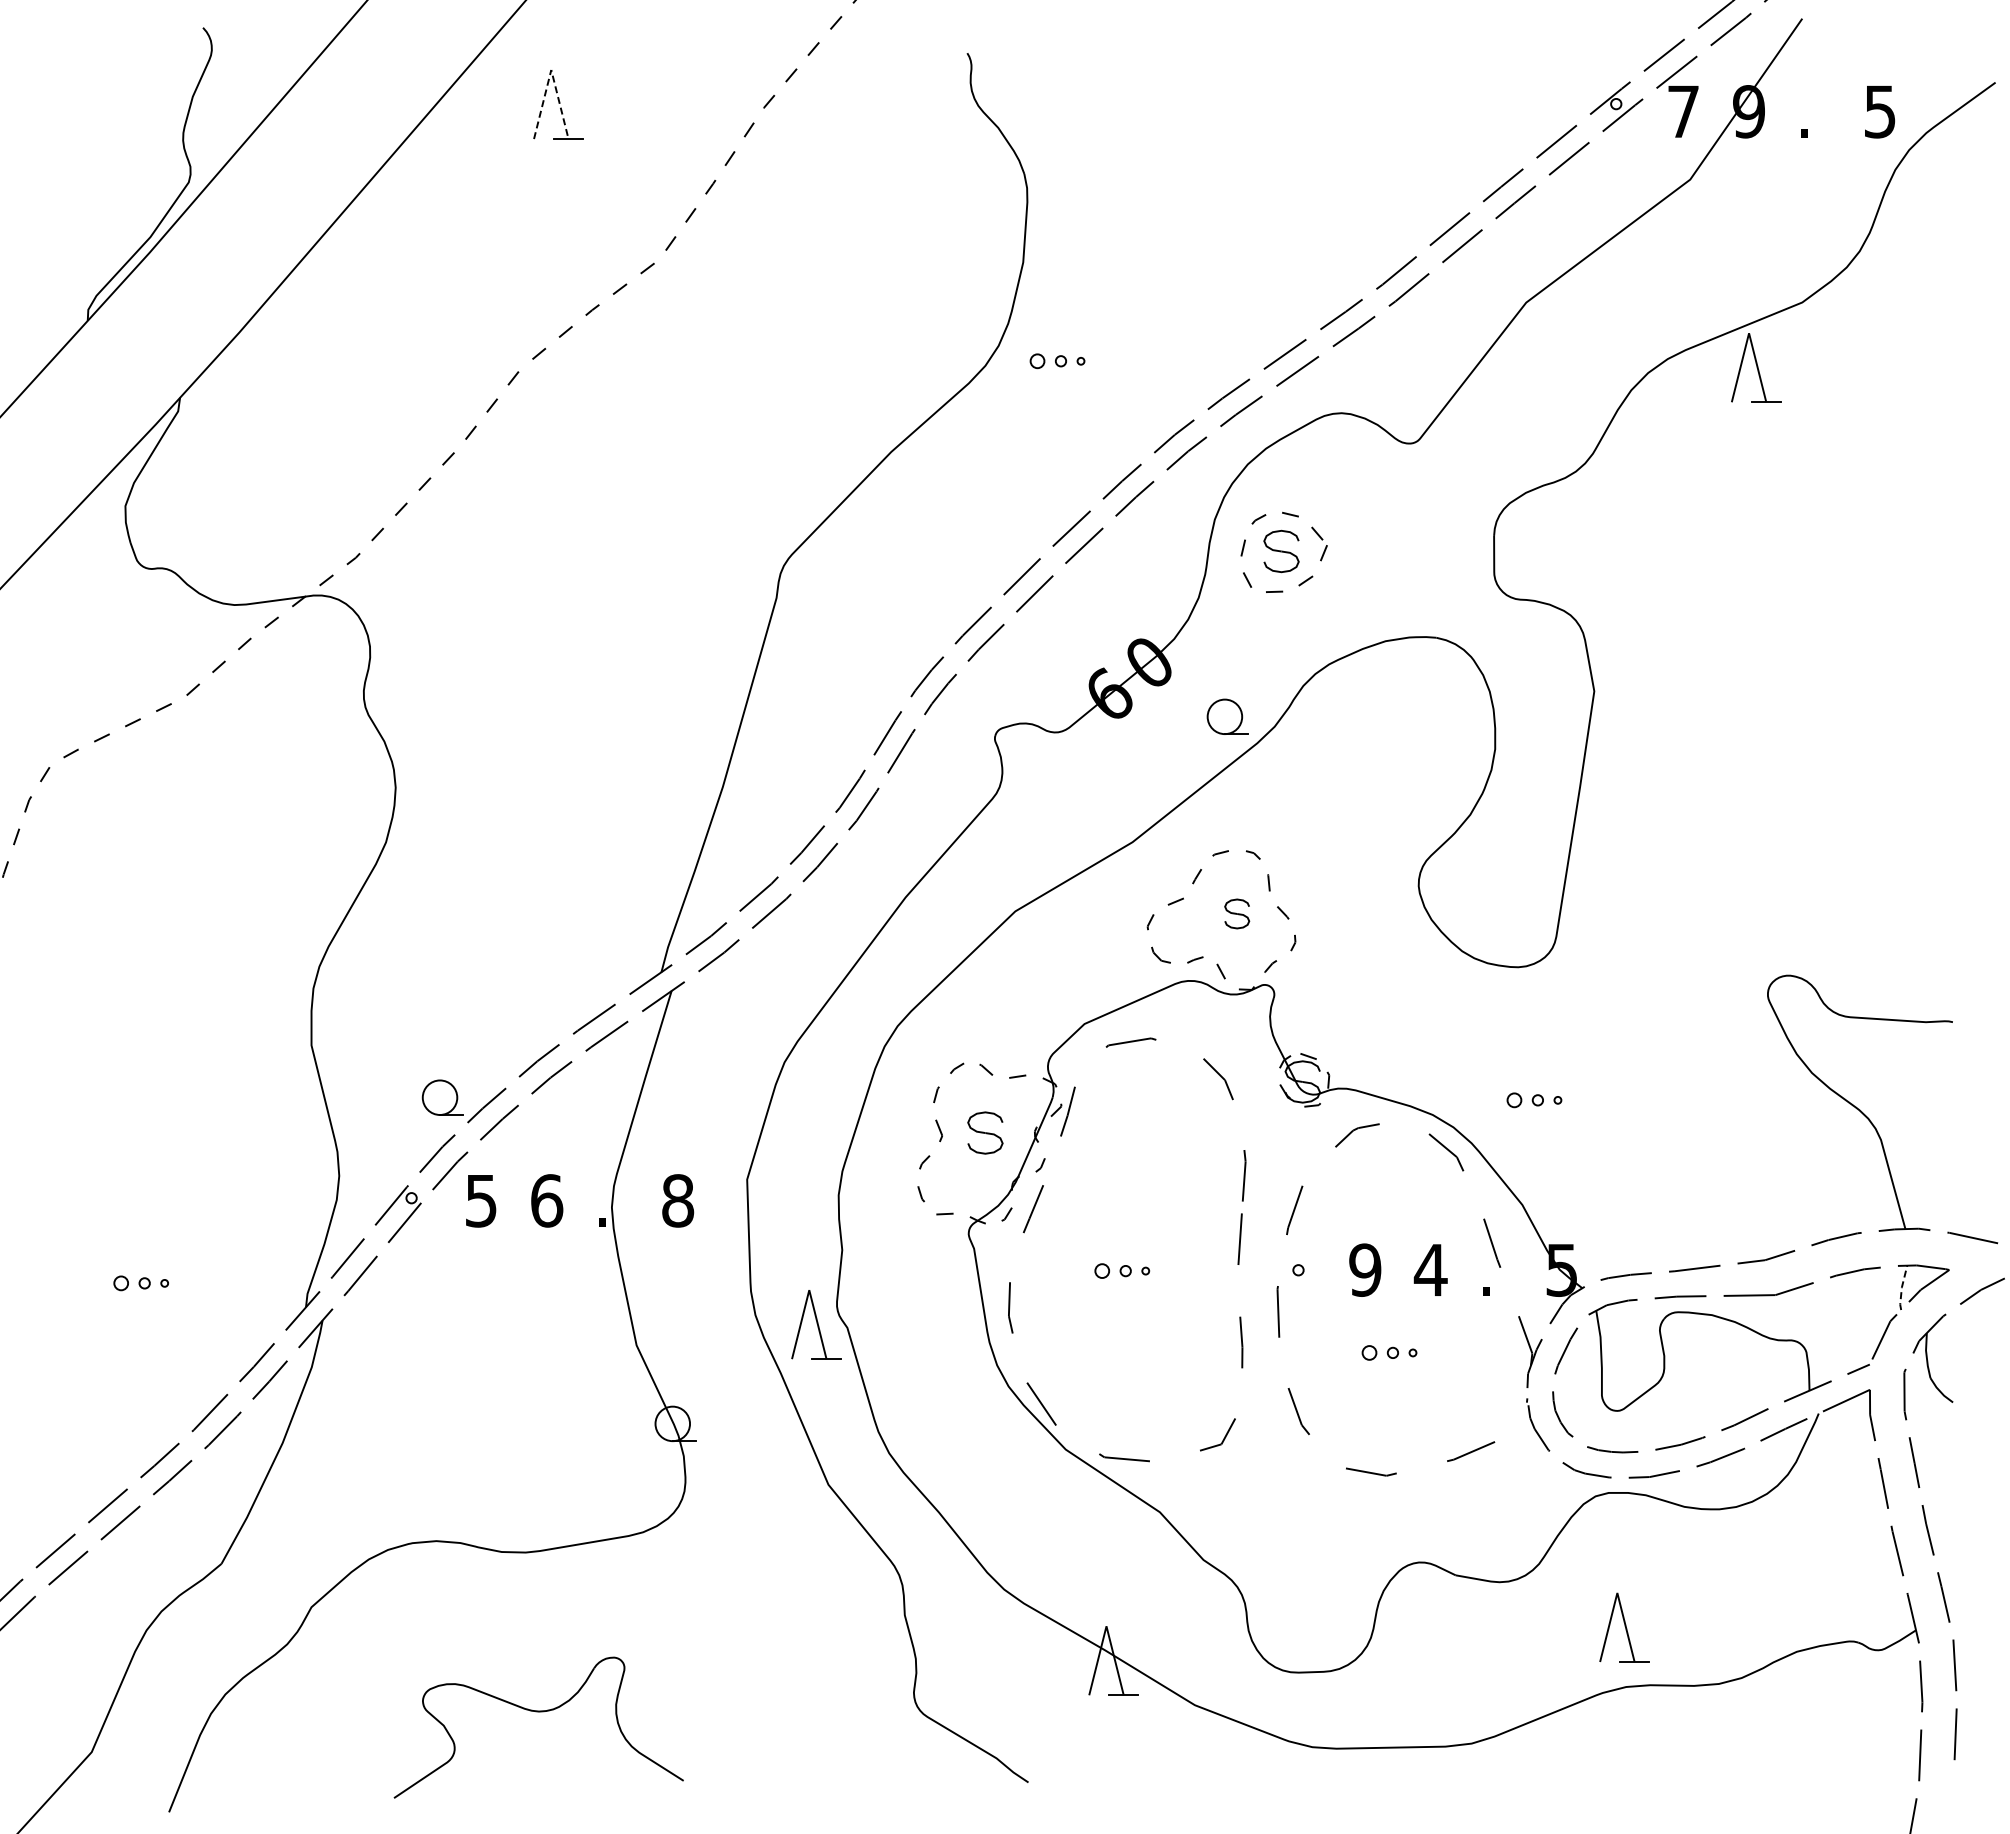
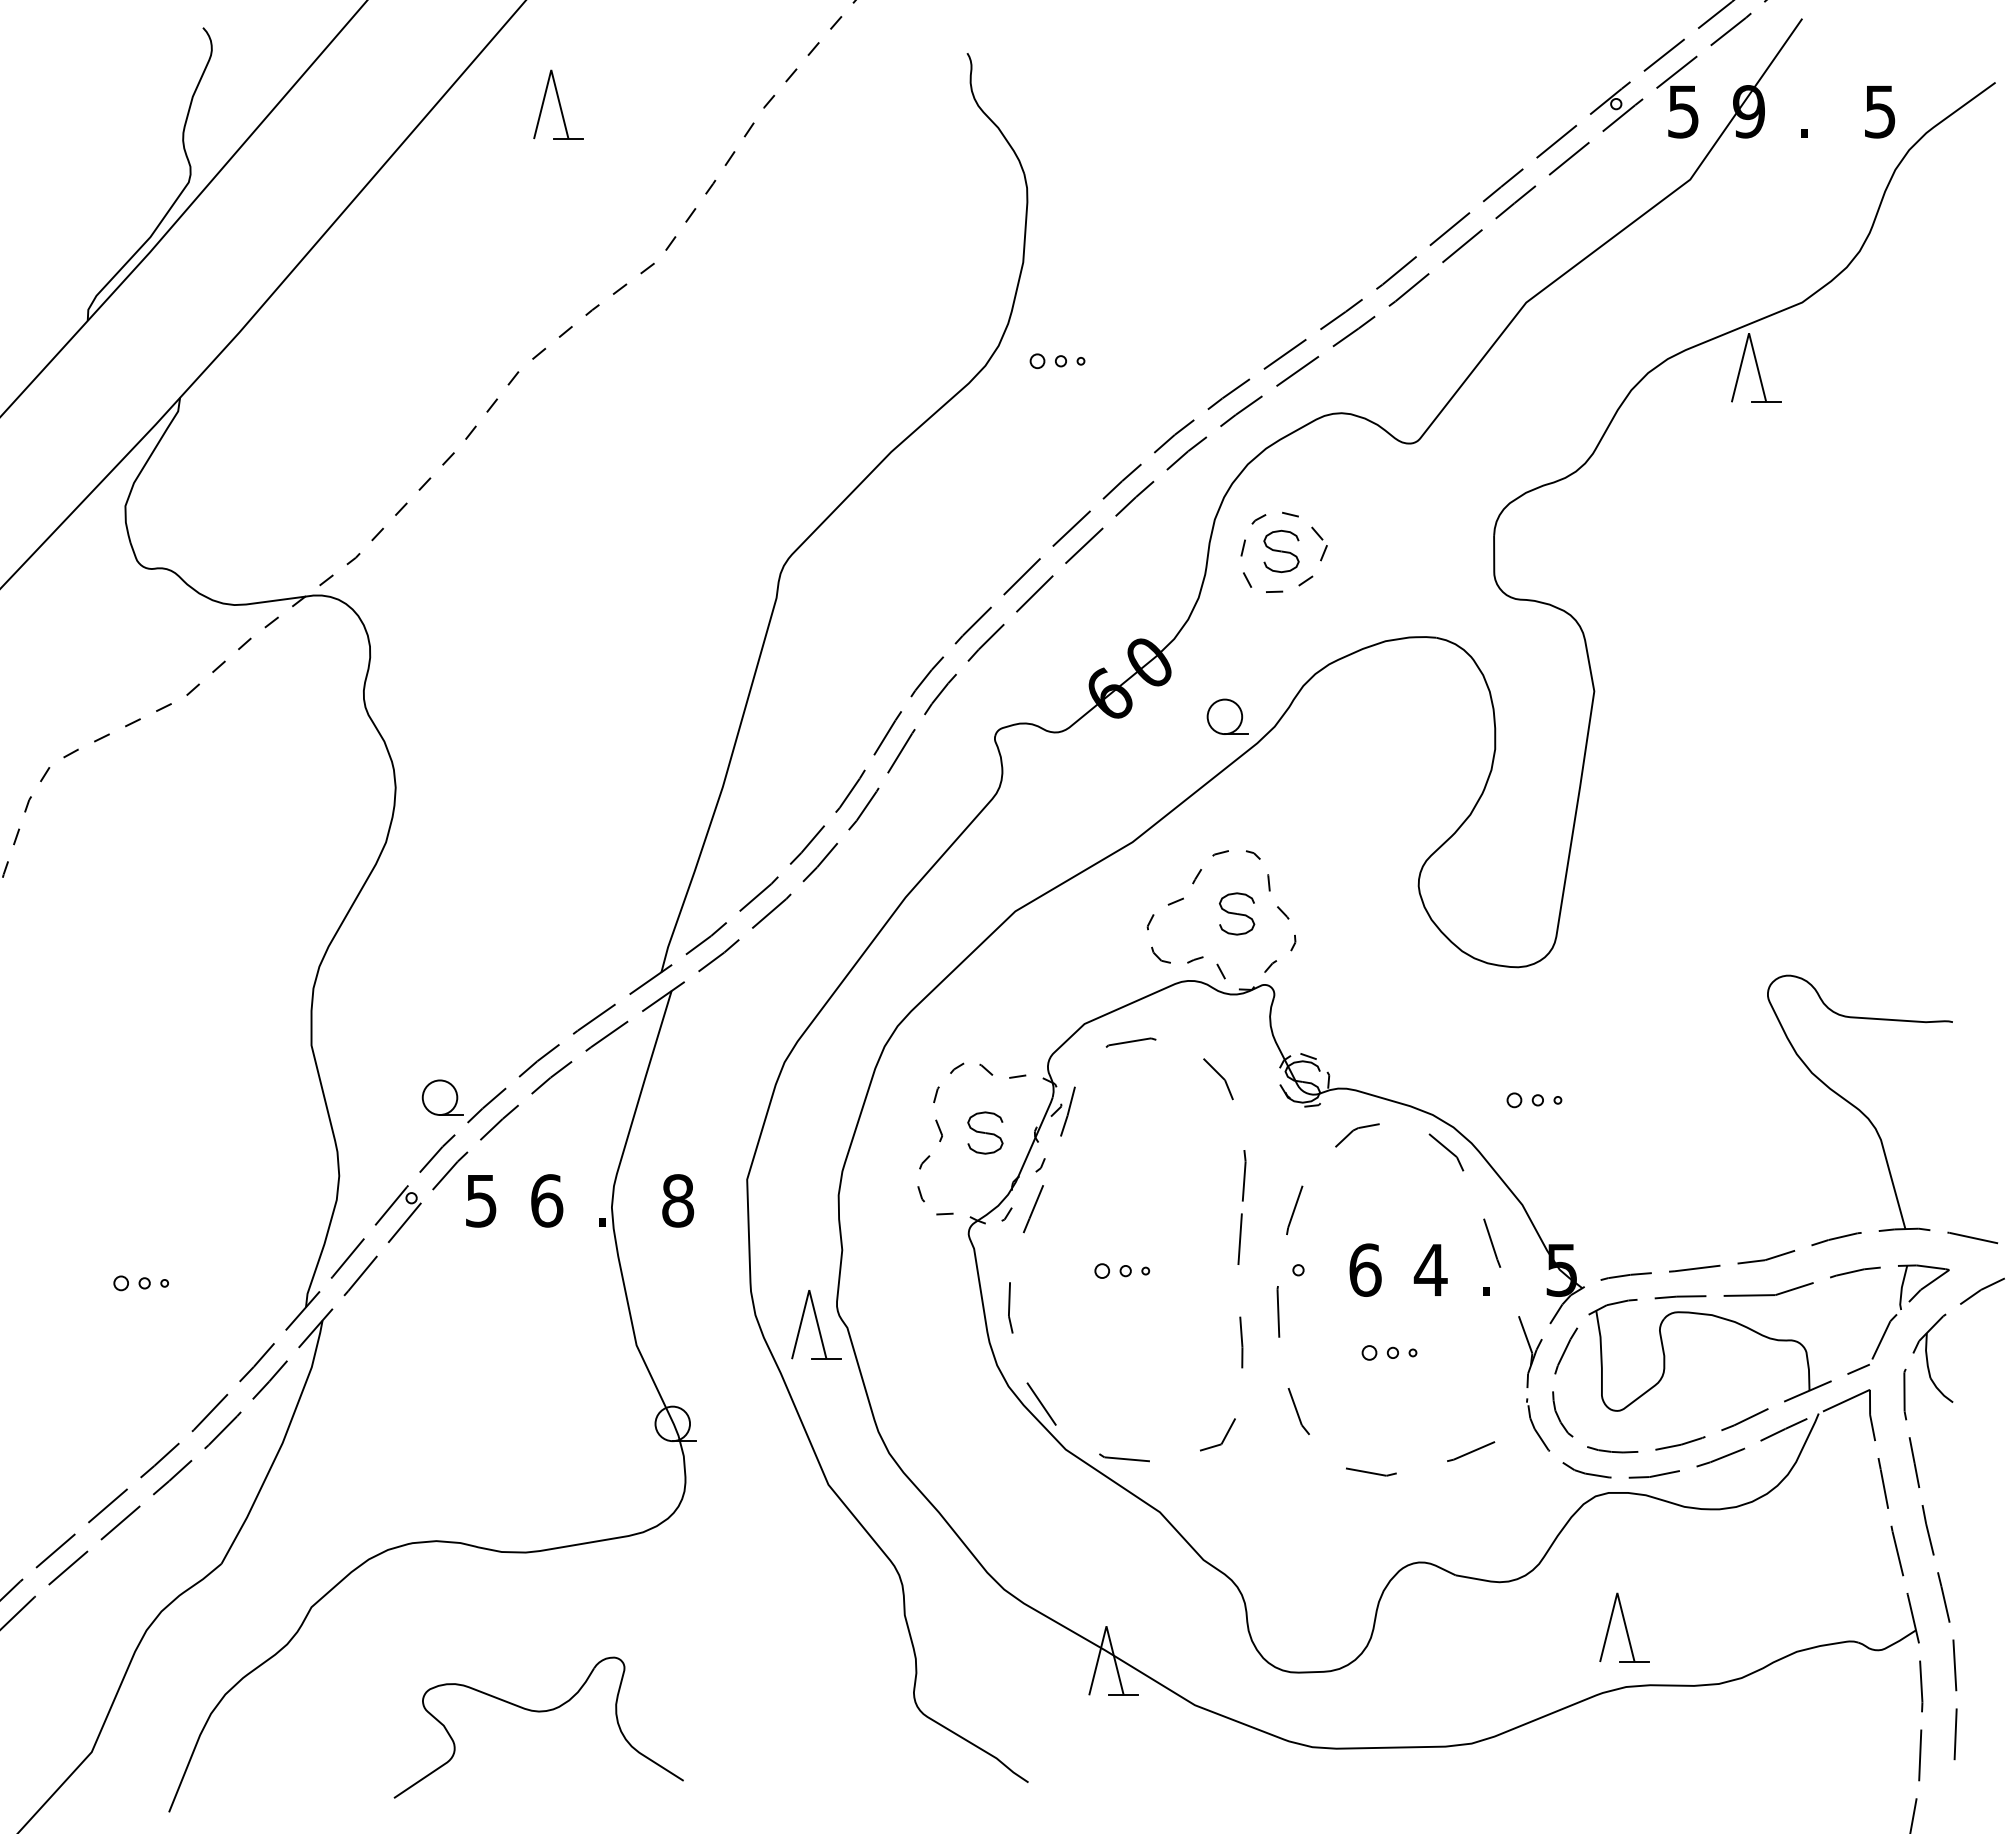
line at (551, 70): dashed -> solid
text at (1683, 111): 7 -> 5
part at (1237, 913) size: 27x32 px -> 37x44 px
text at (1365, 1269): 9 -> 6
line at (1901, 1287): dashed -> solid
